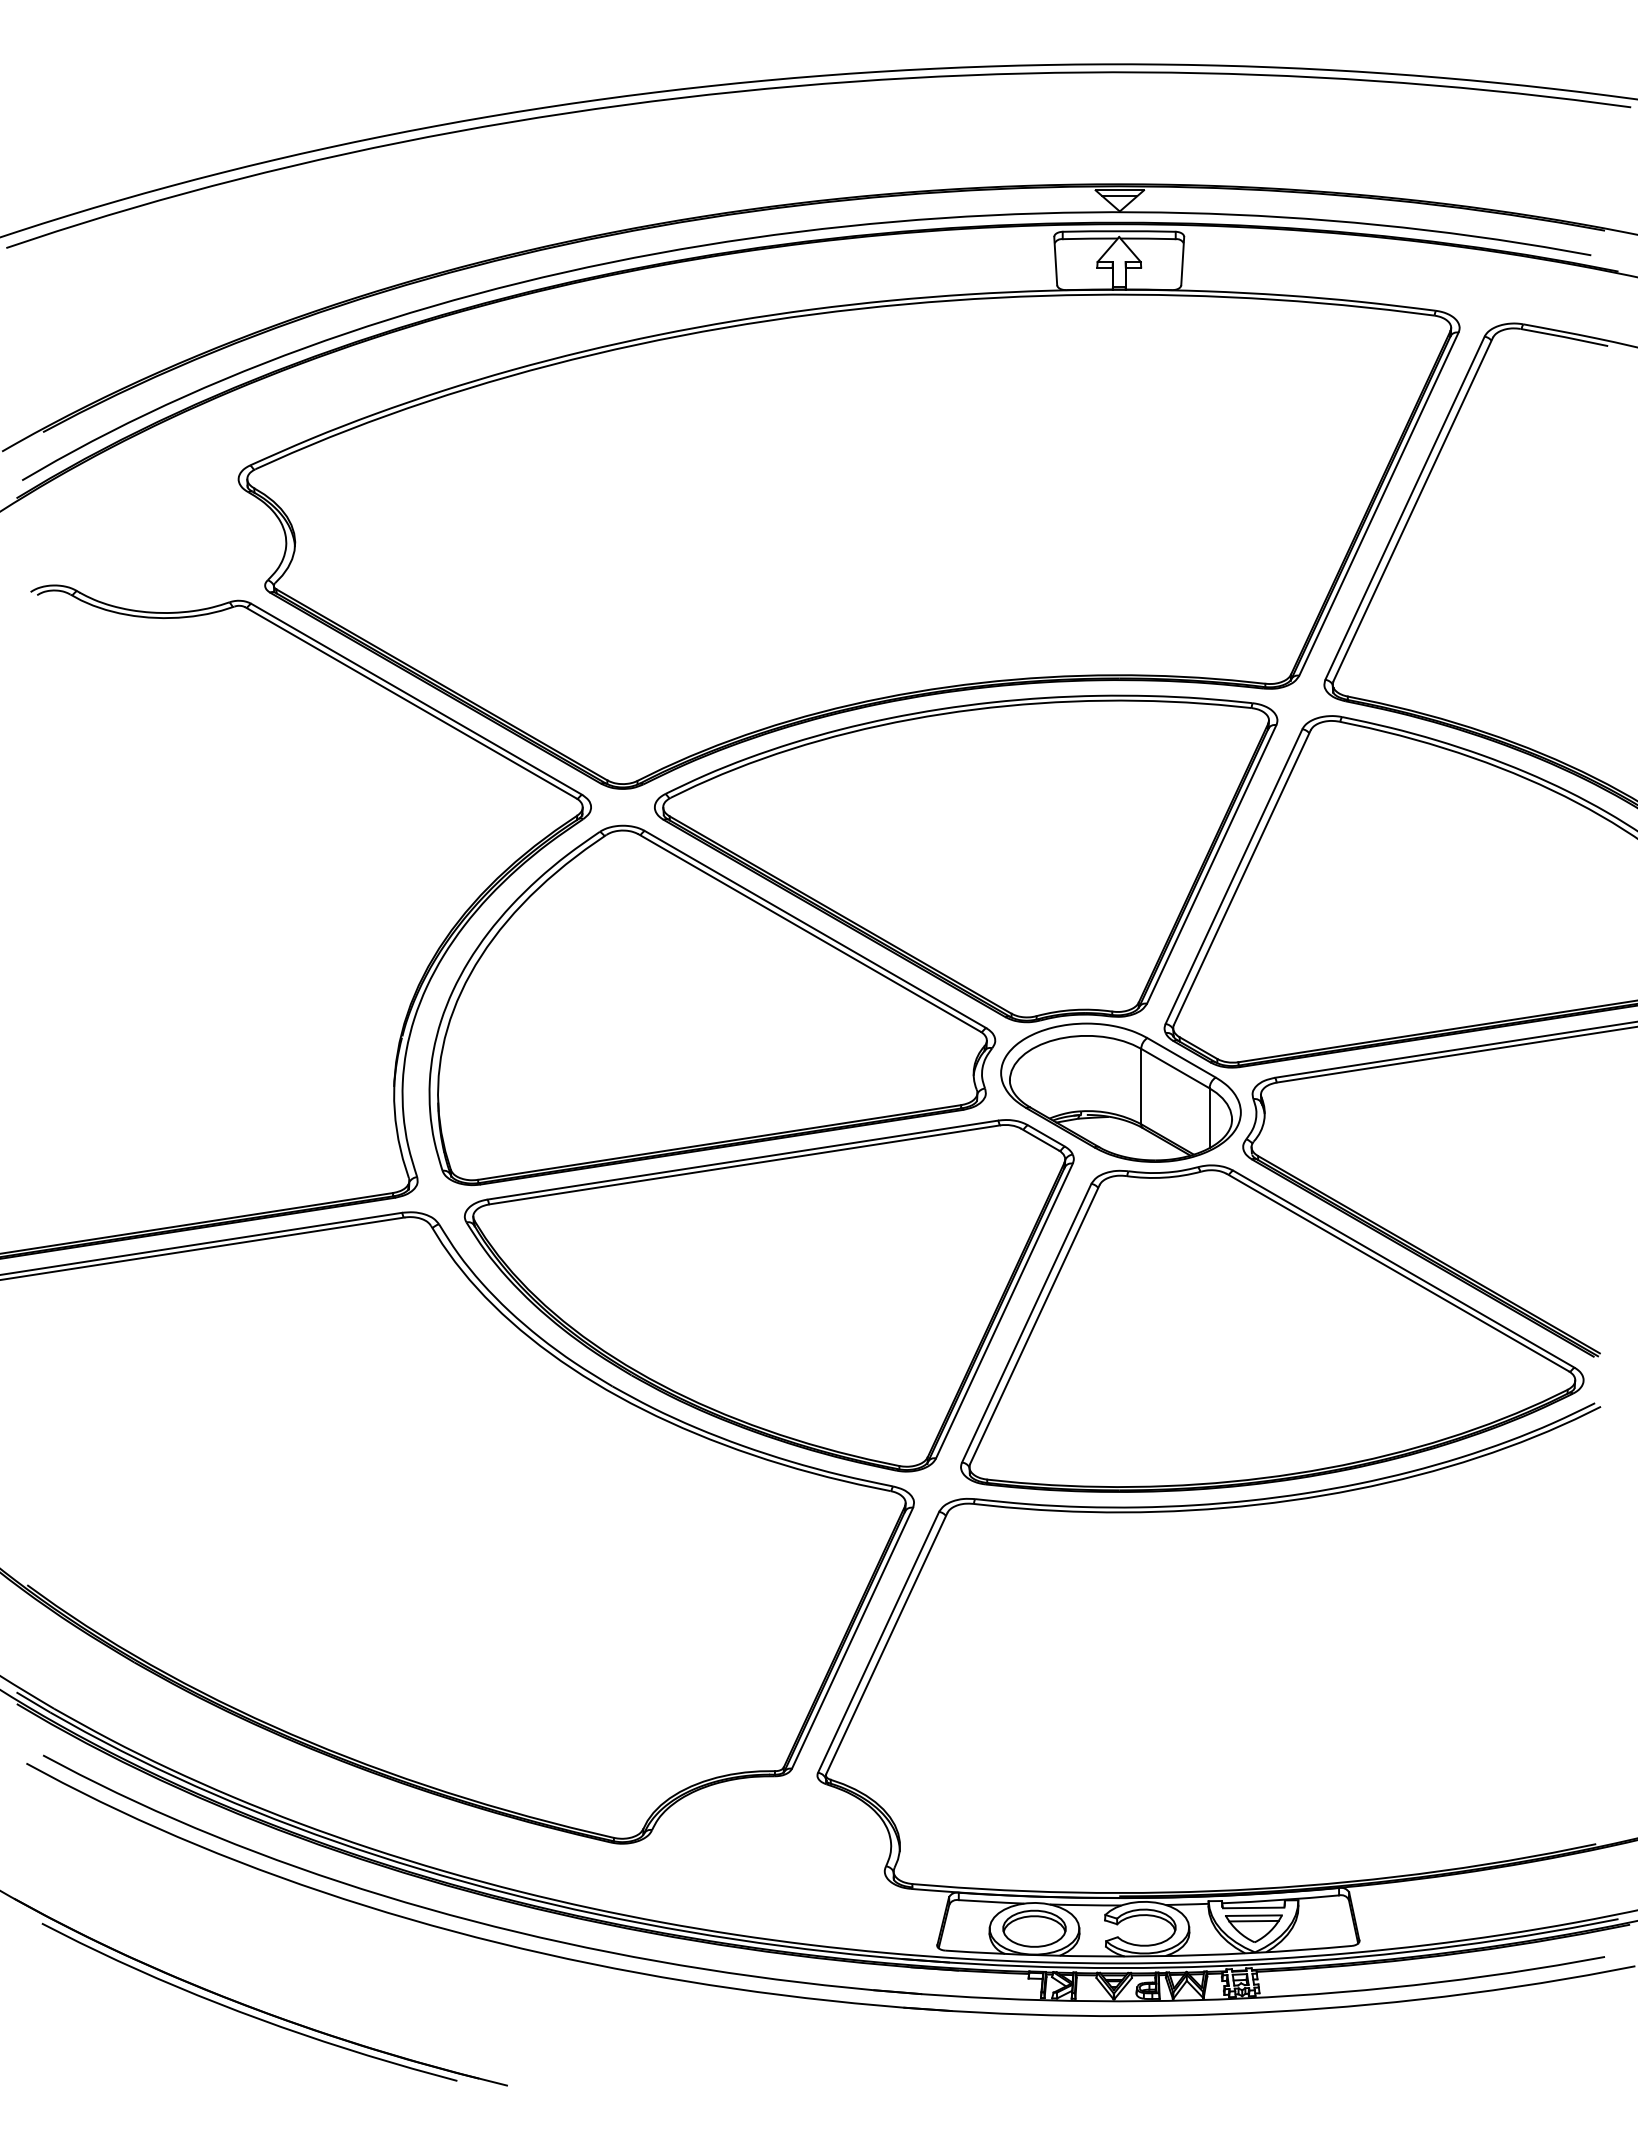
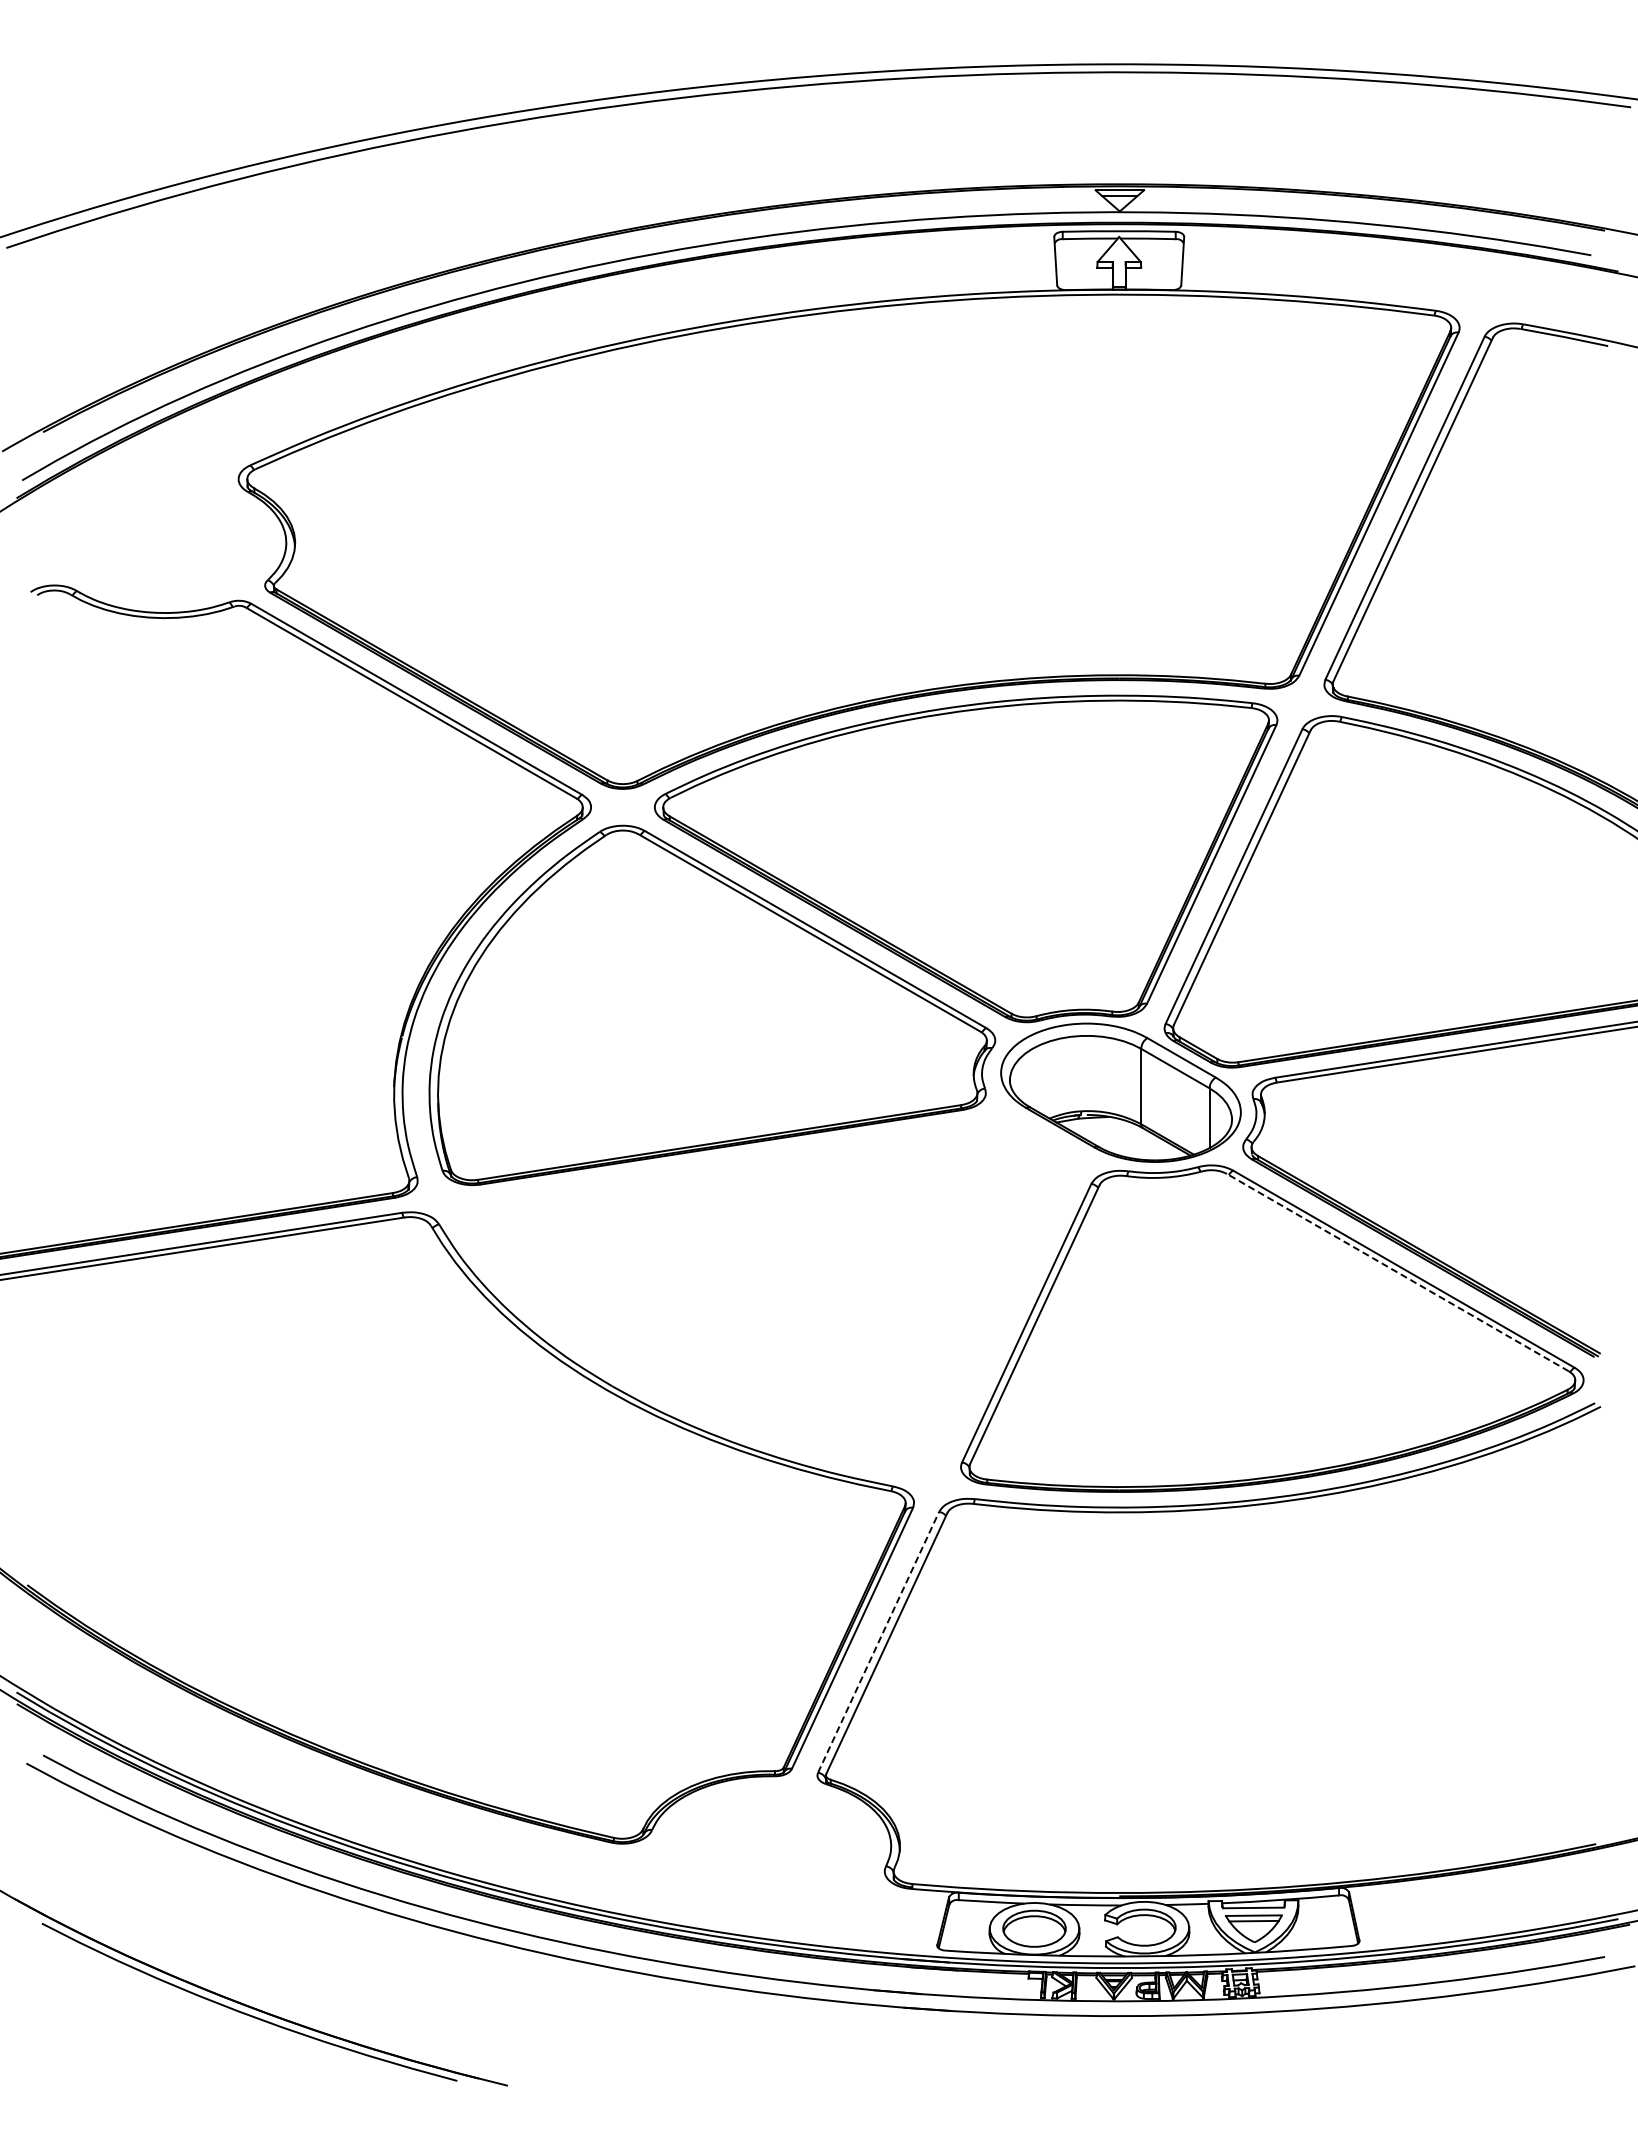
line at (1397, 1272): solid -> dashed
part at (769, 1295): present -> none
line at (878, 1642): solid -> dashed
